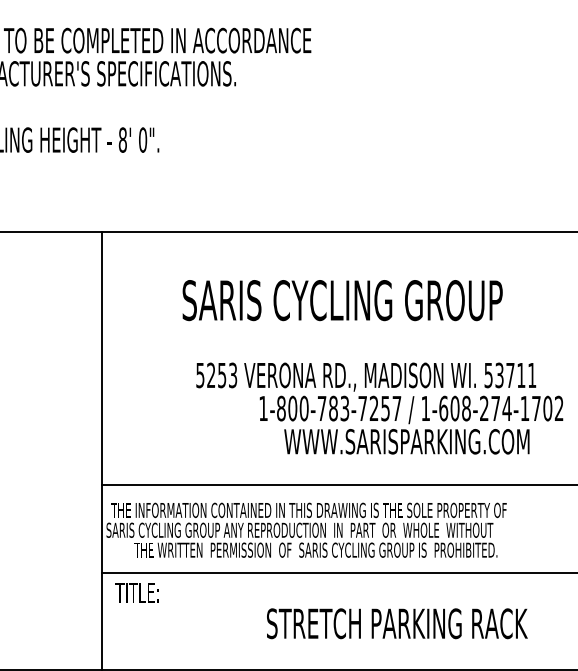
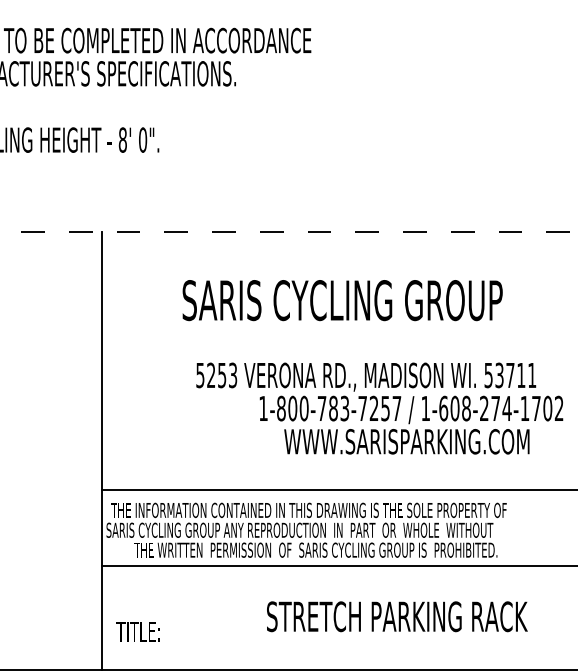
line at (289, 232): solid -> dashed
line at (338, 484) position: (338, 484) -> (338, 489)
line at (338, 573) position: (338, 573) -> (338, 566)
text at (136, 592) position: (136, 592) -> (137, 631)
text at (397, 623) position: (397, 623) -> (397, 616)
